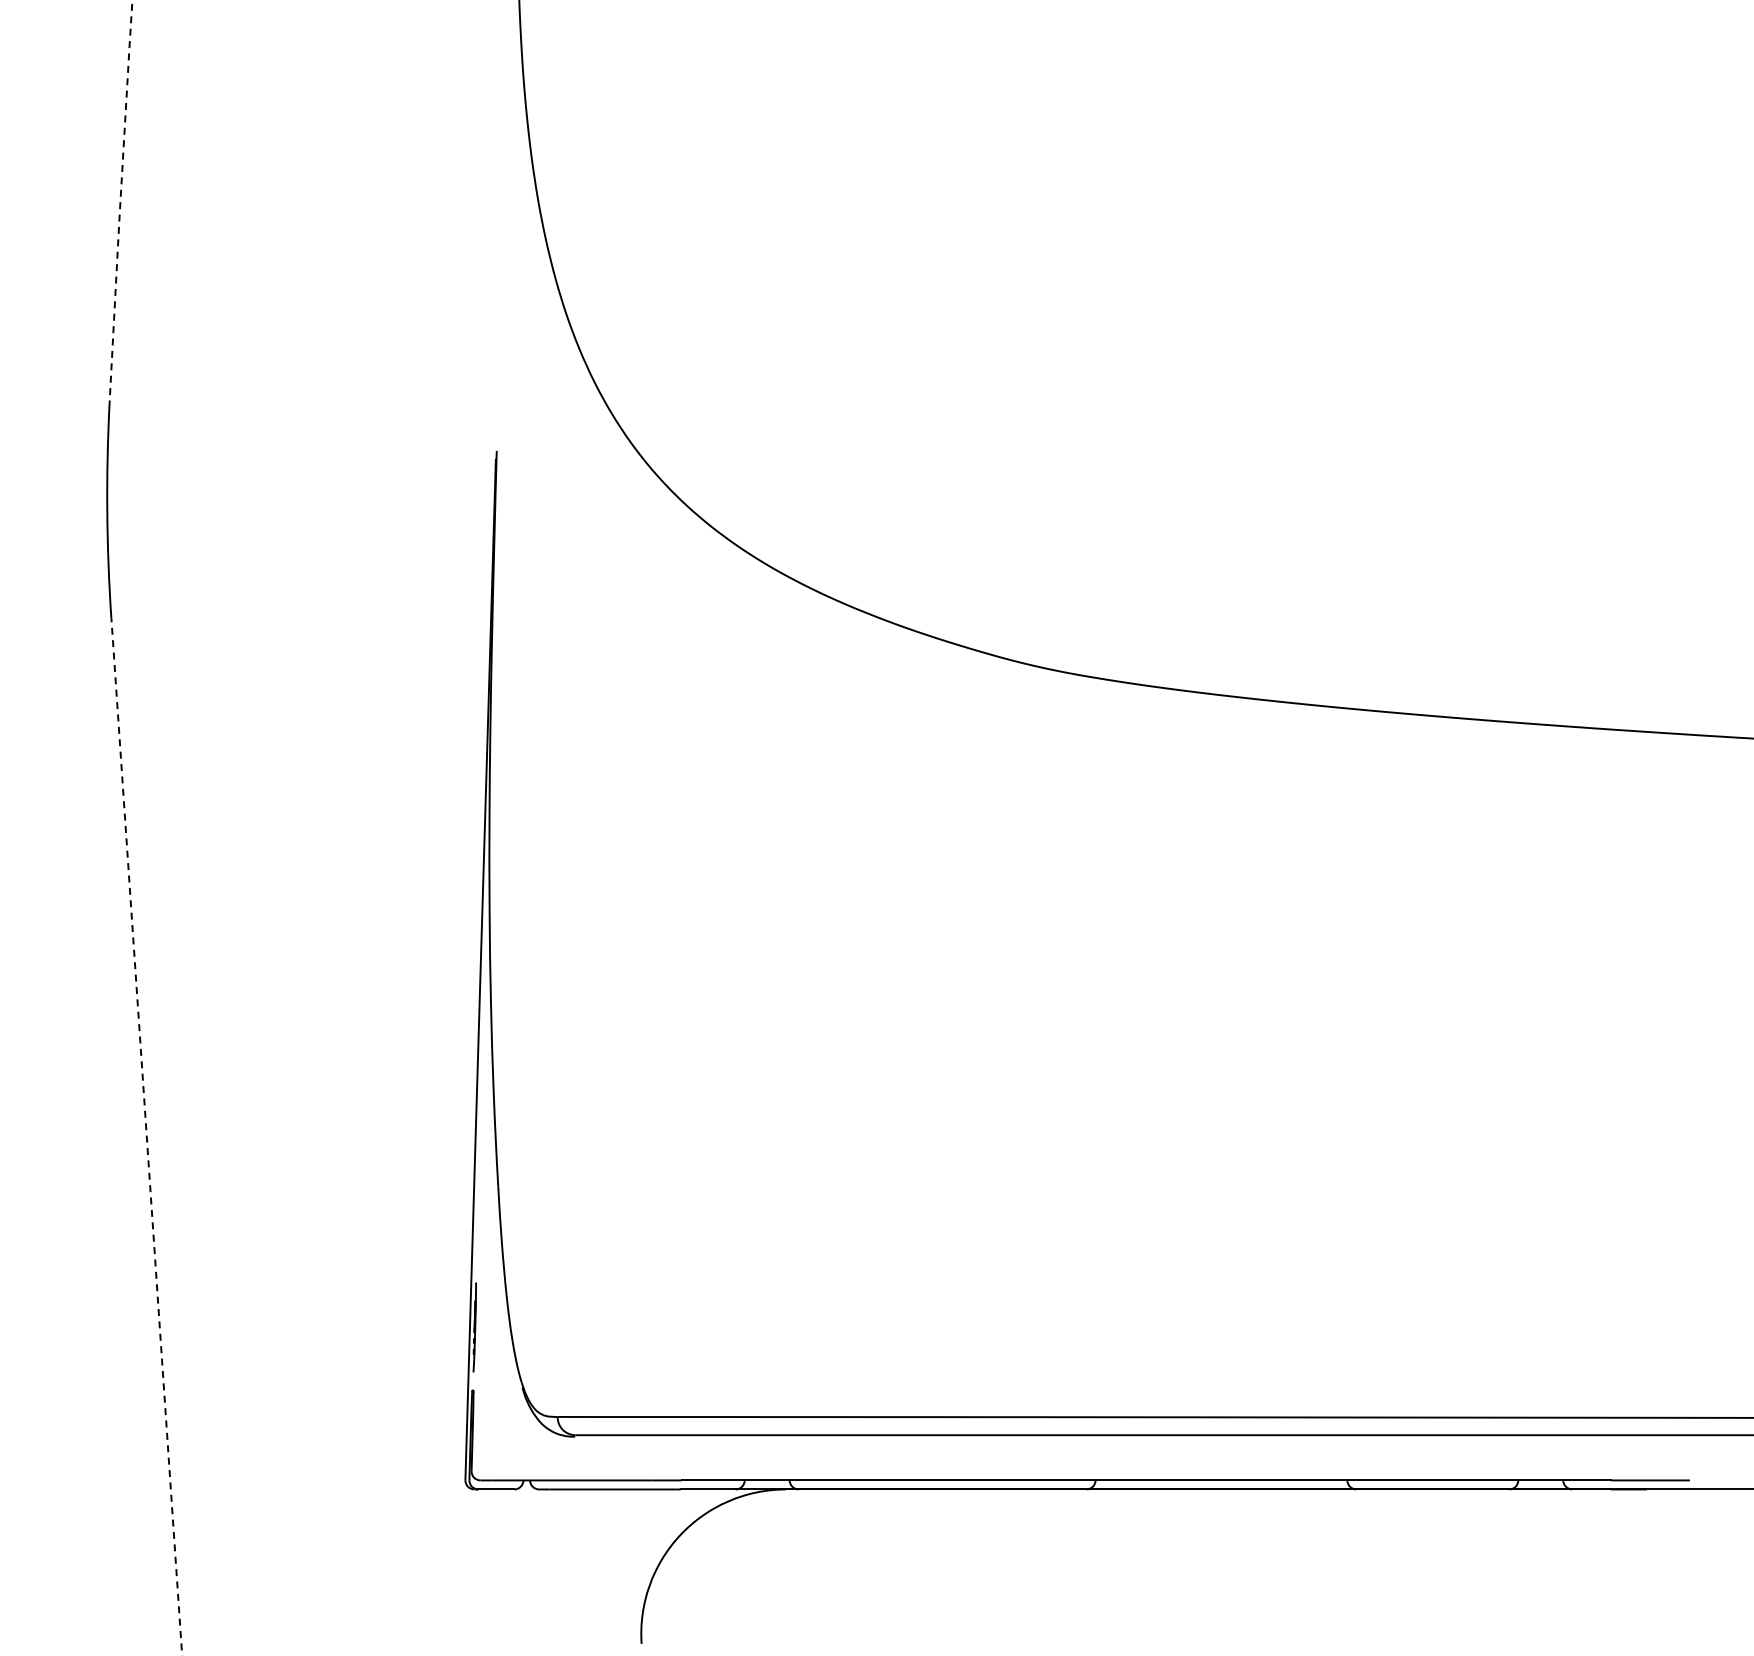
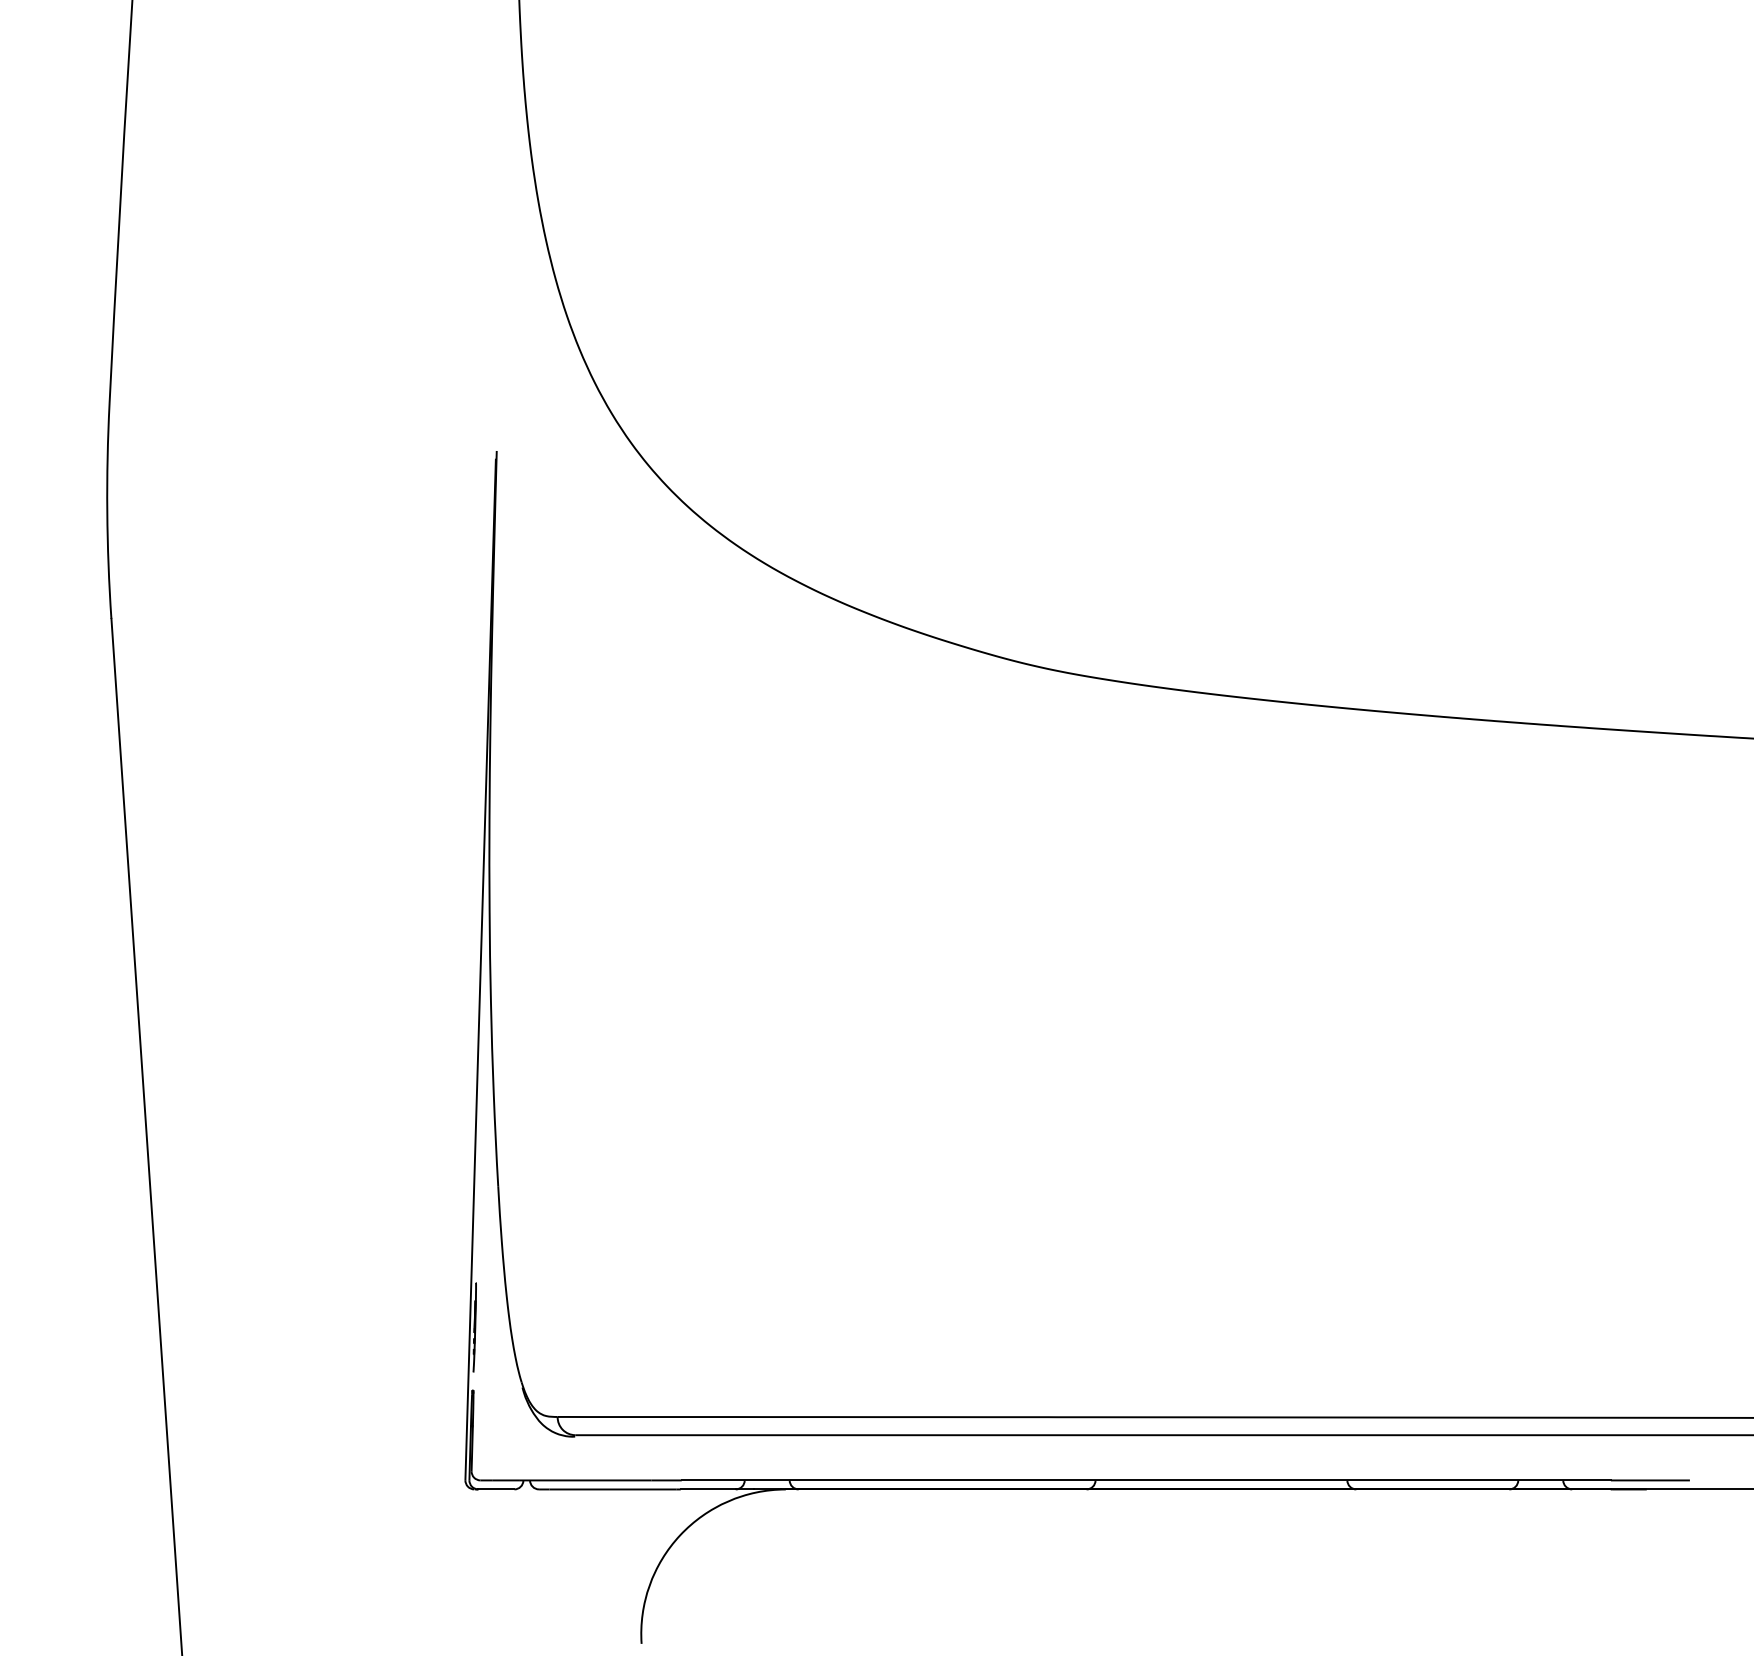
arc at (120, 202): dashed -> solid
line at (146, 1136): dashed -> solid
